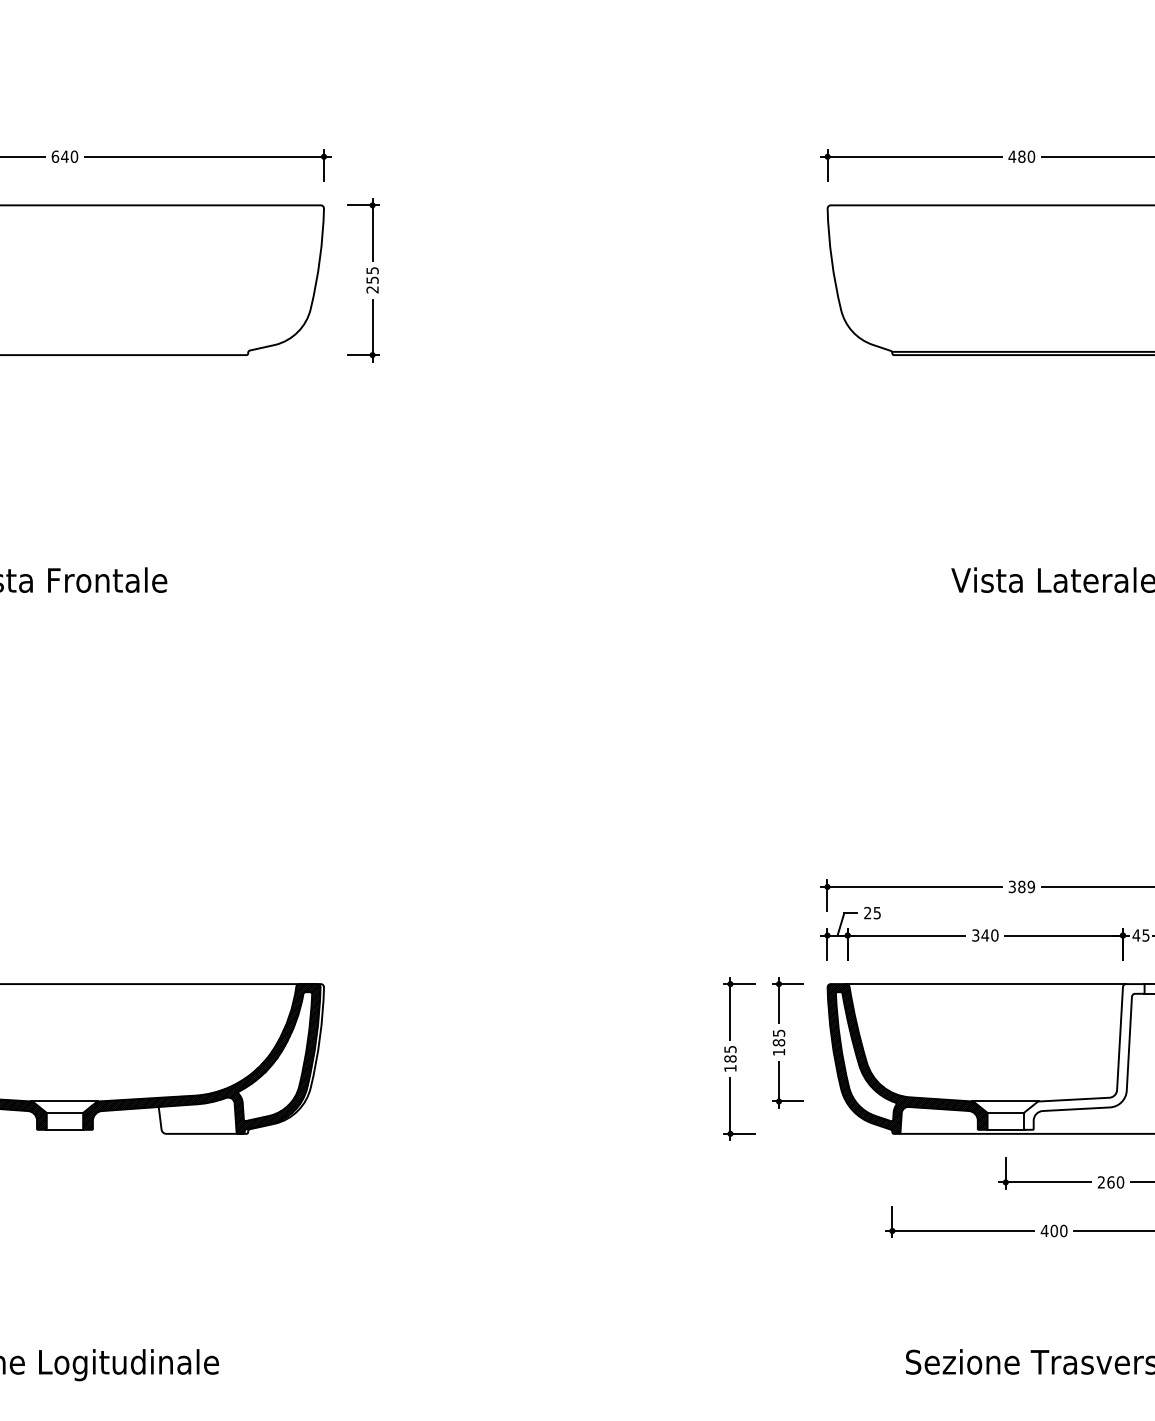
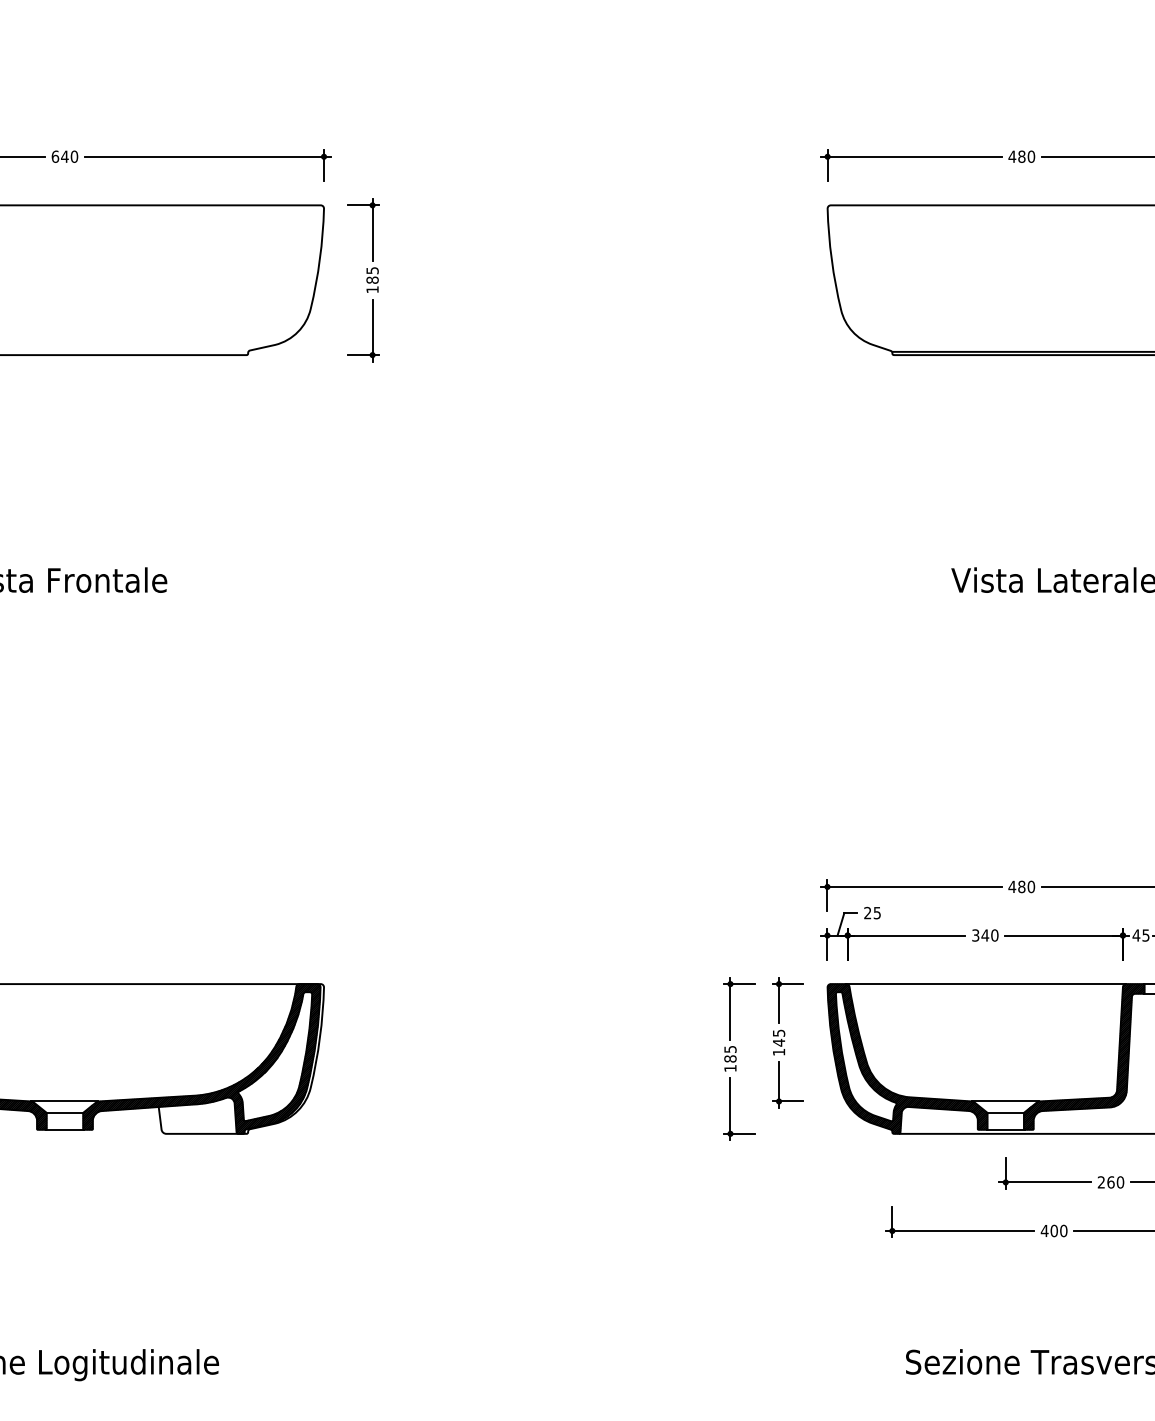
text at (372, 284): 255 -> 185
text at (1021, 886): 389 -> 480
text at (778, 1042): 185 -> 145
hatch at (1083, 1056): none -> present
